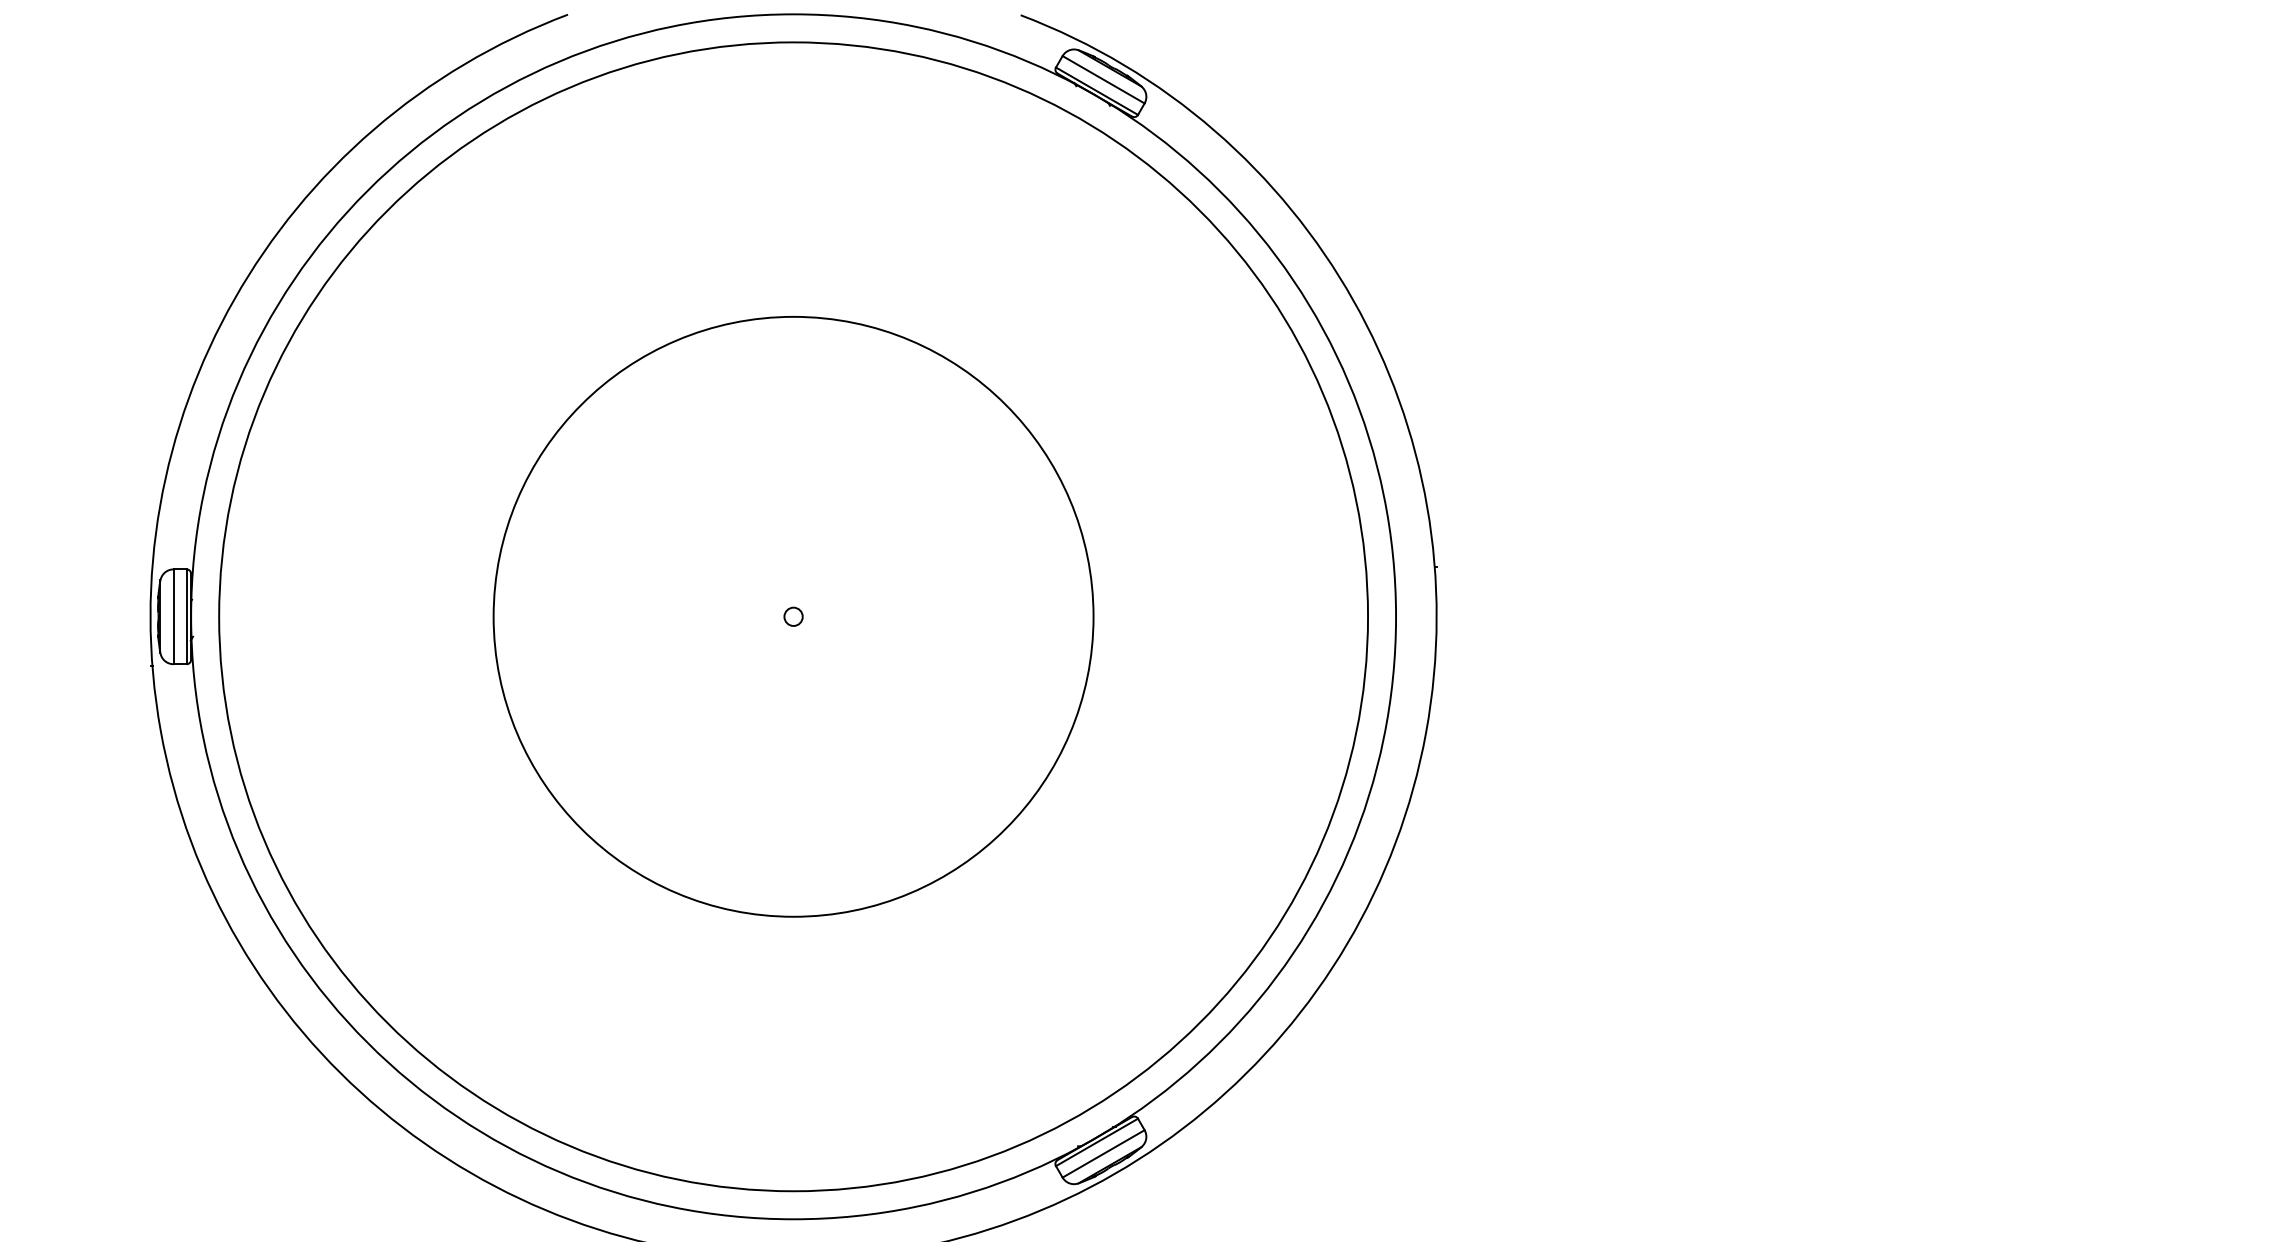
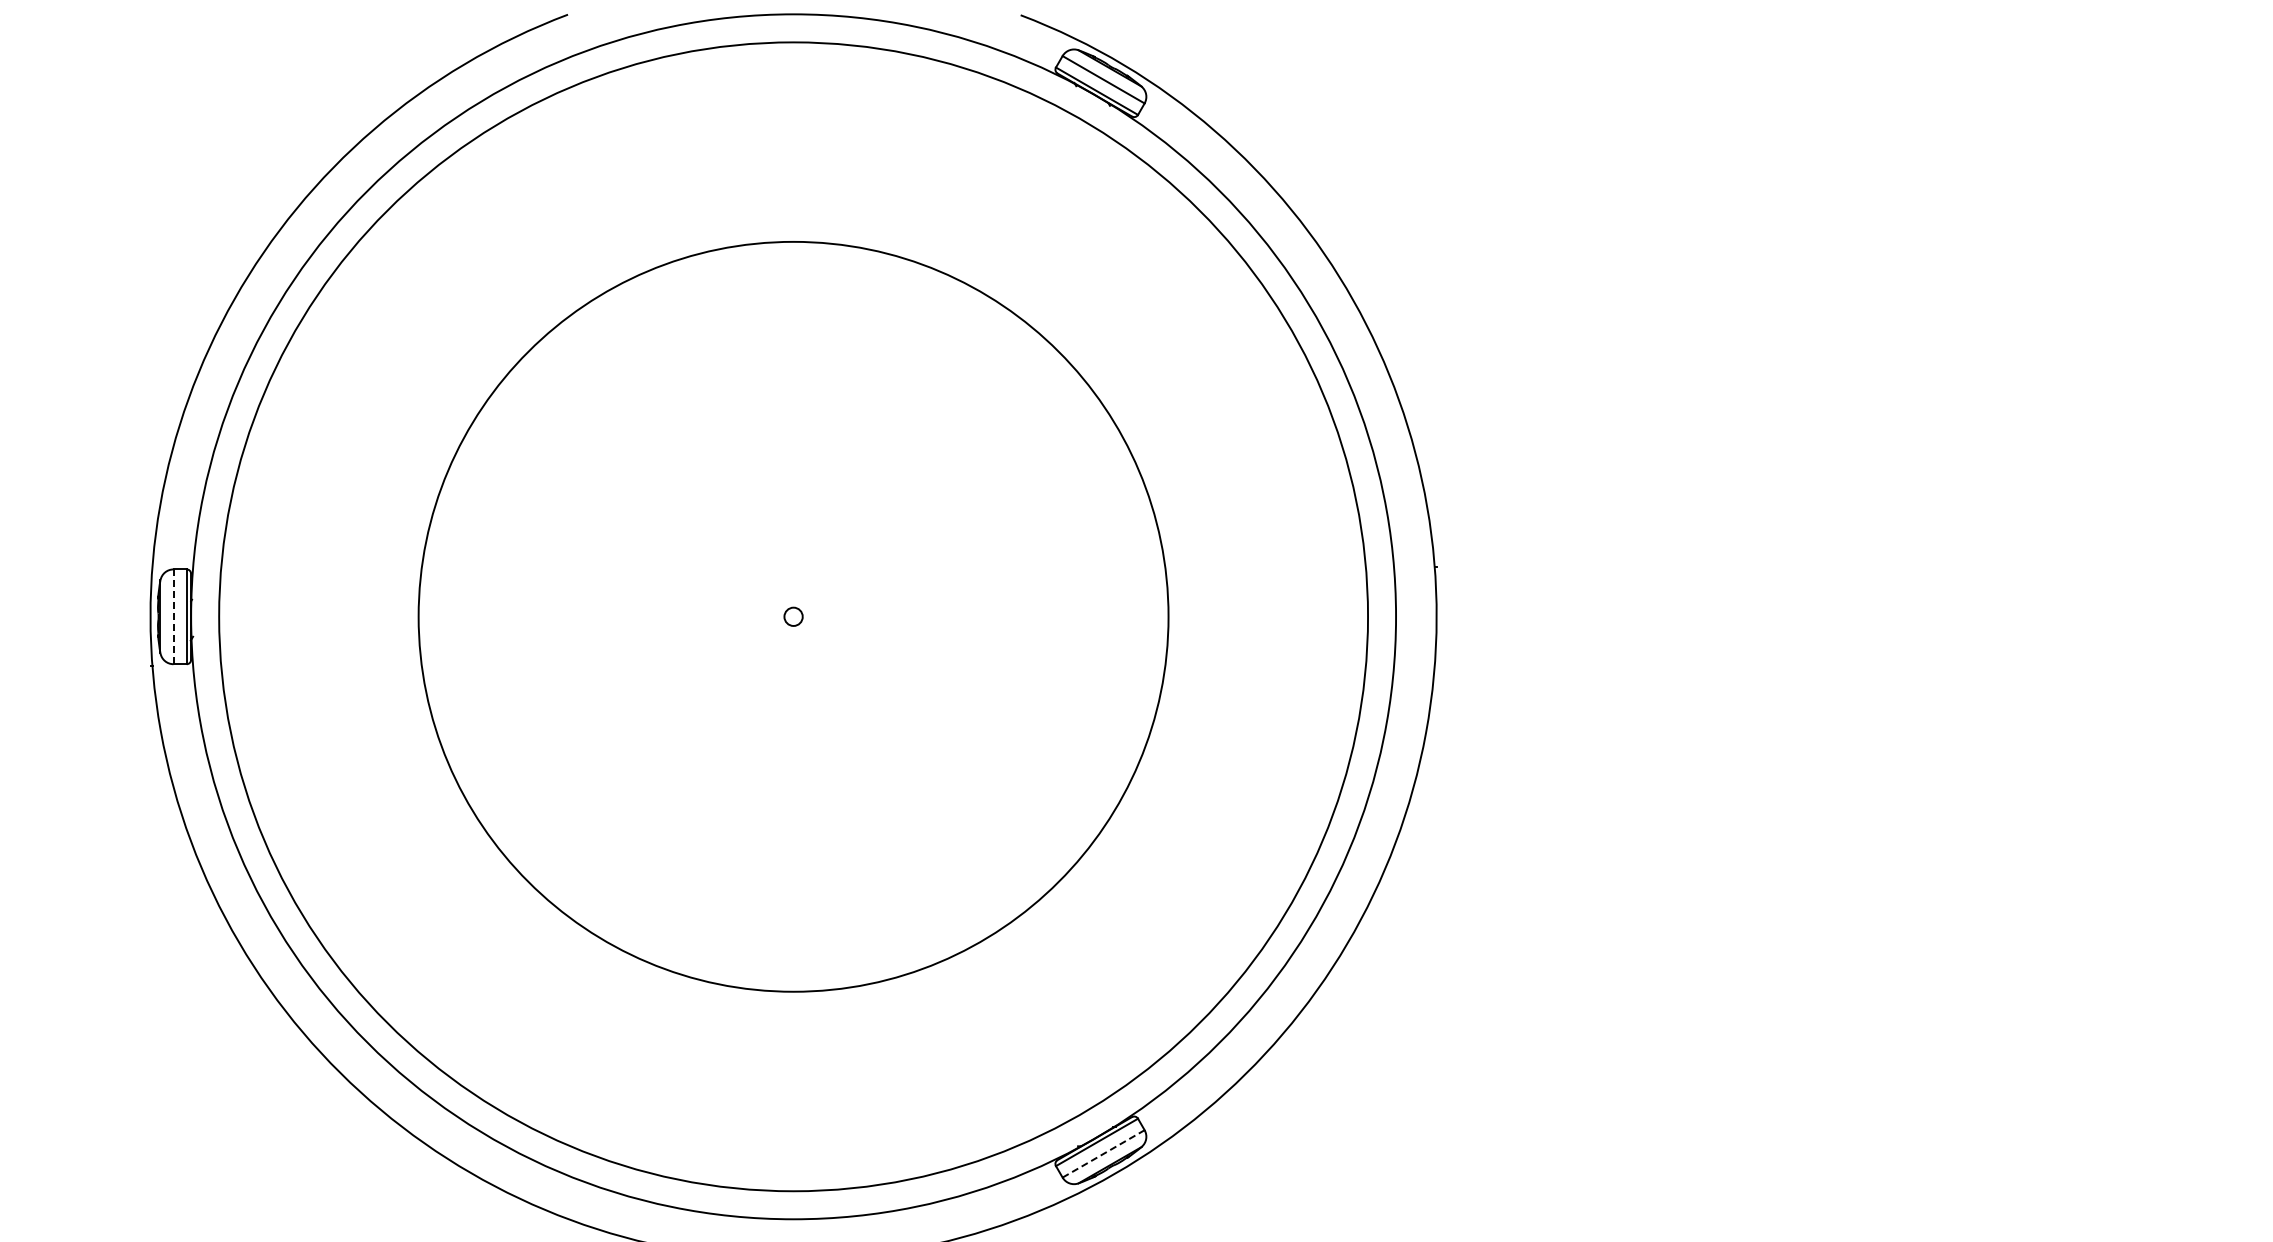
circle at (793, 616) diameter: 600 px -> 750 px
line at (173, 617): solid -> dashed
line at (1104, 1153): solid -> dashed
